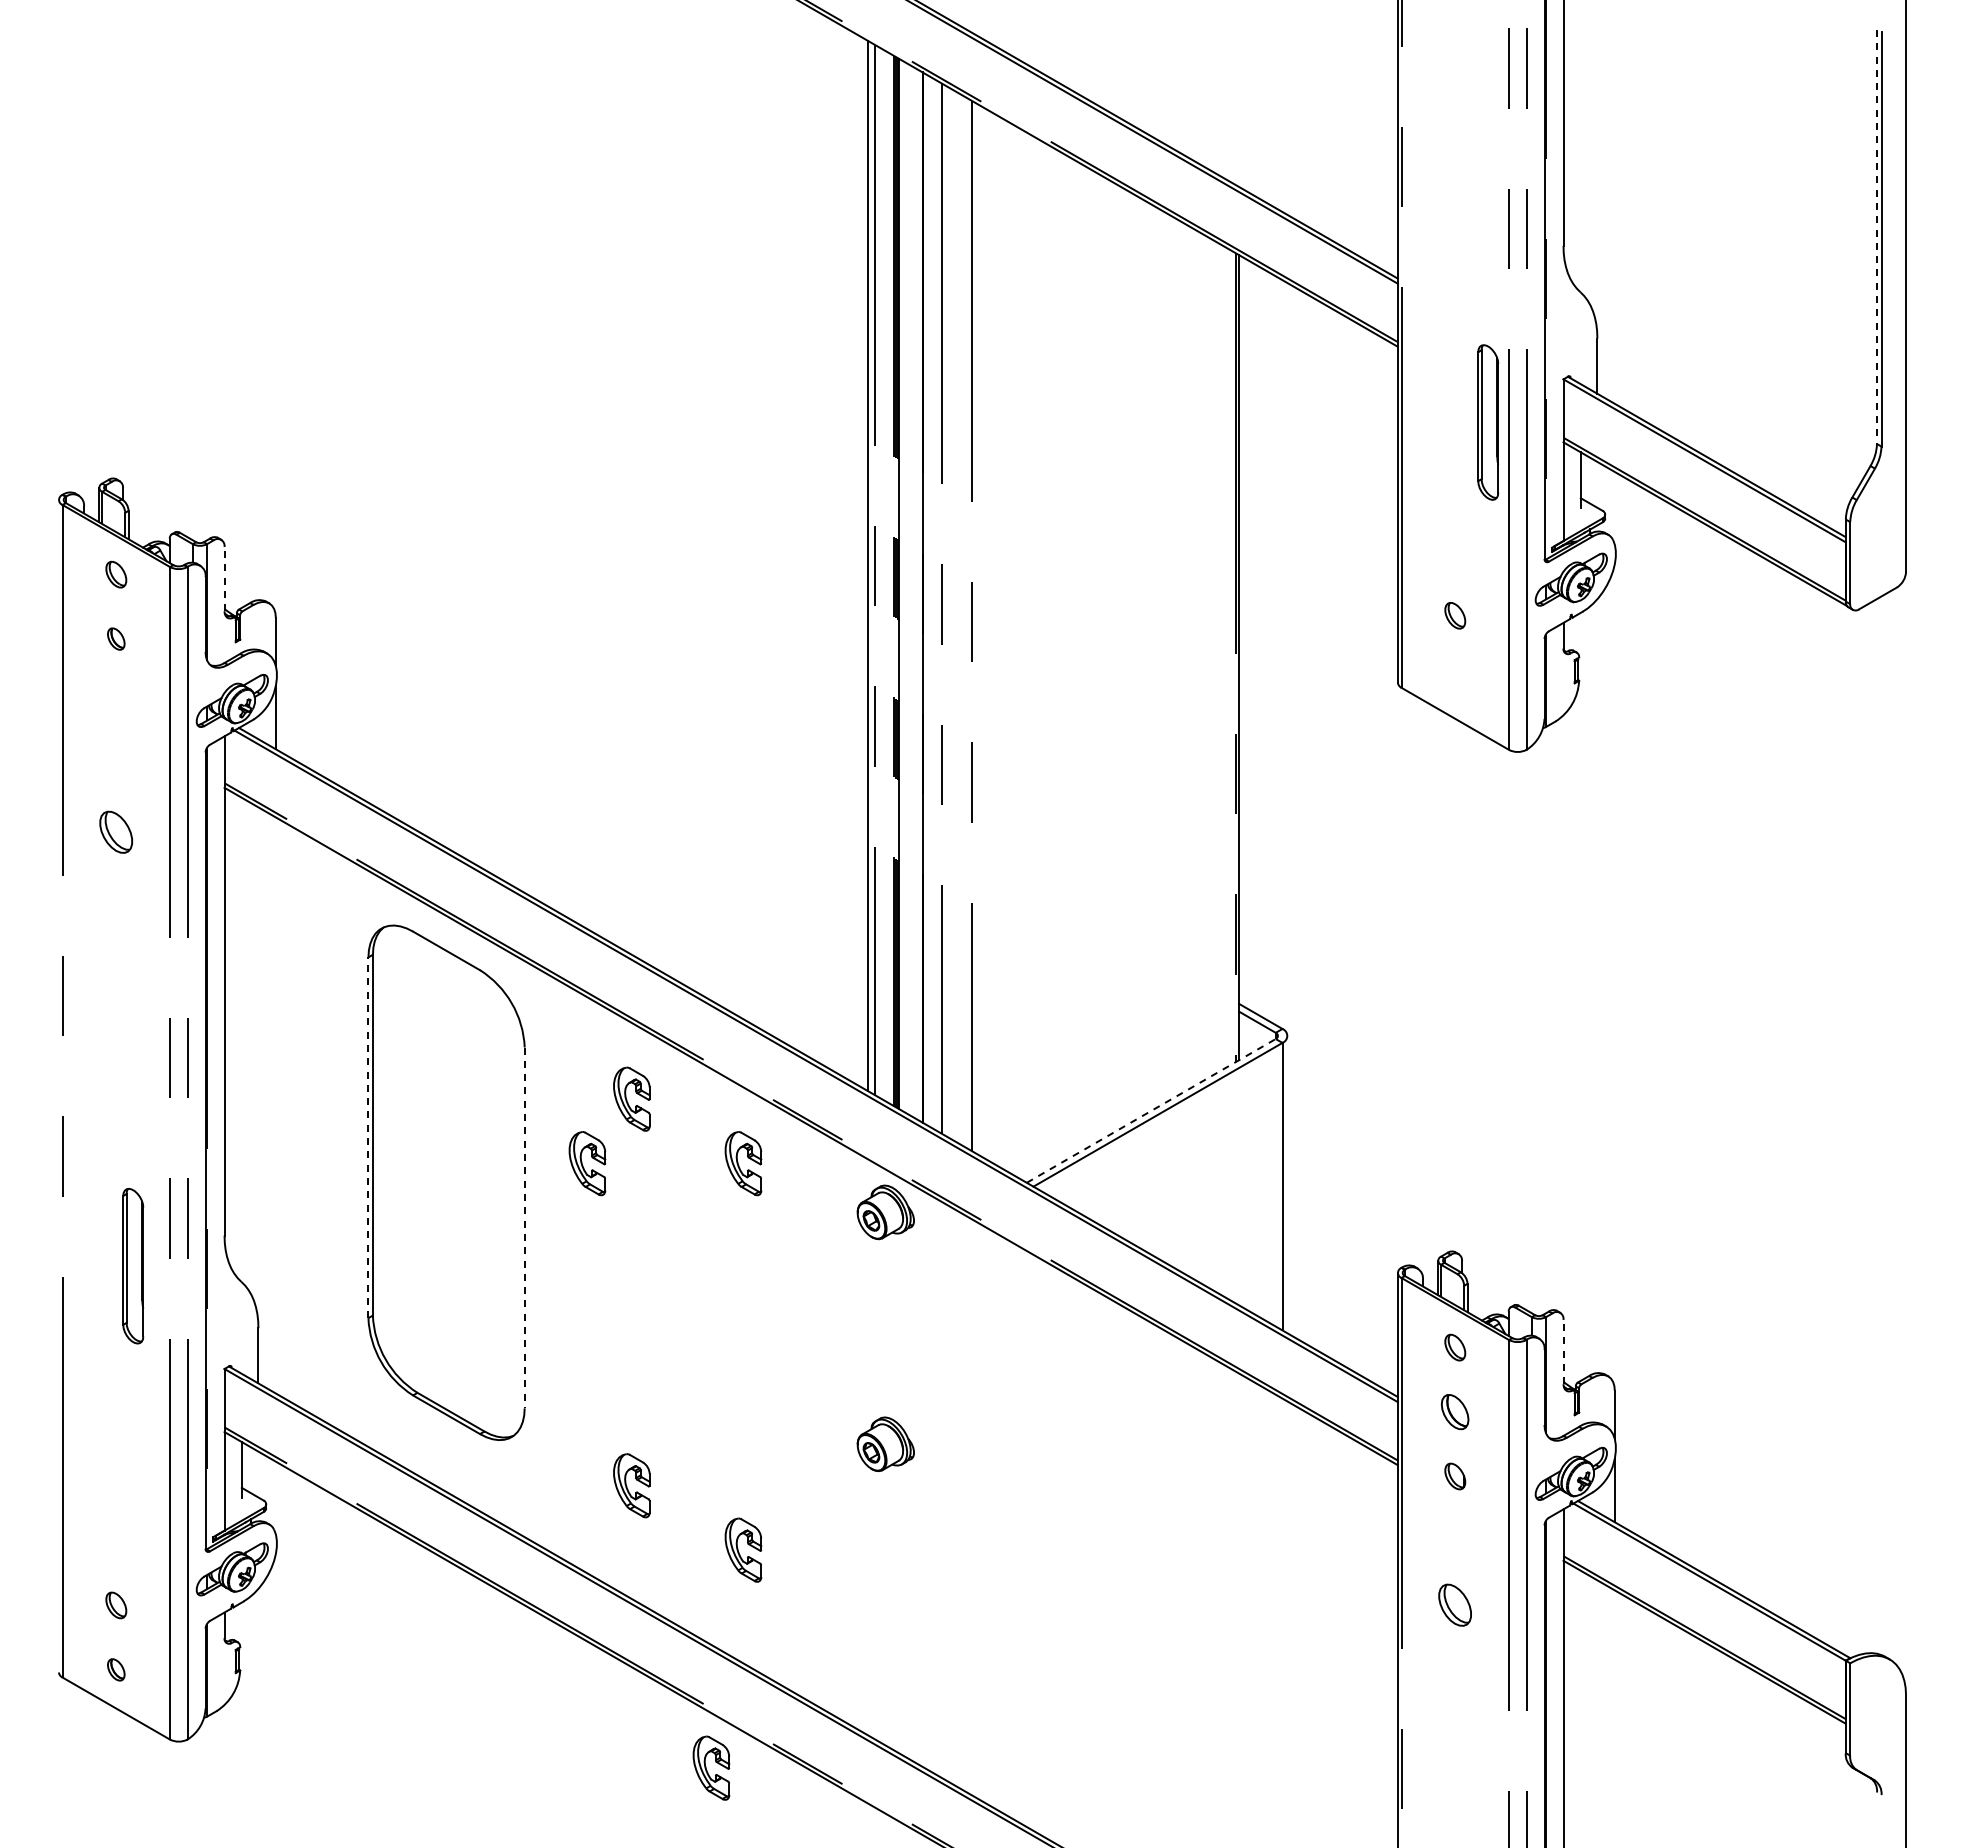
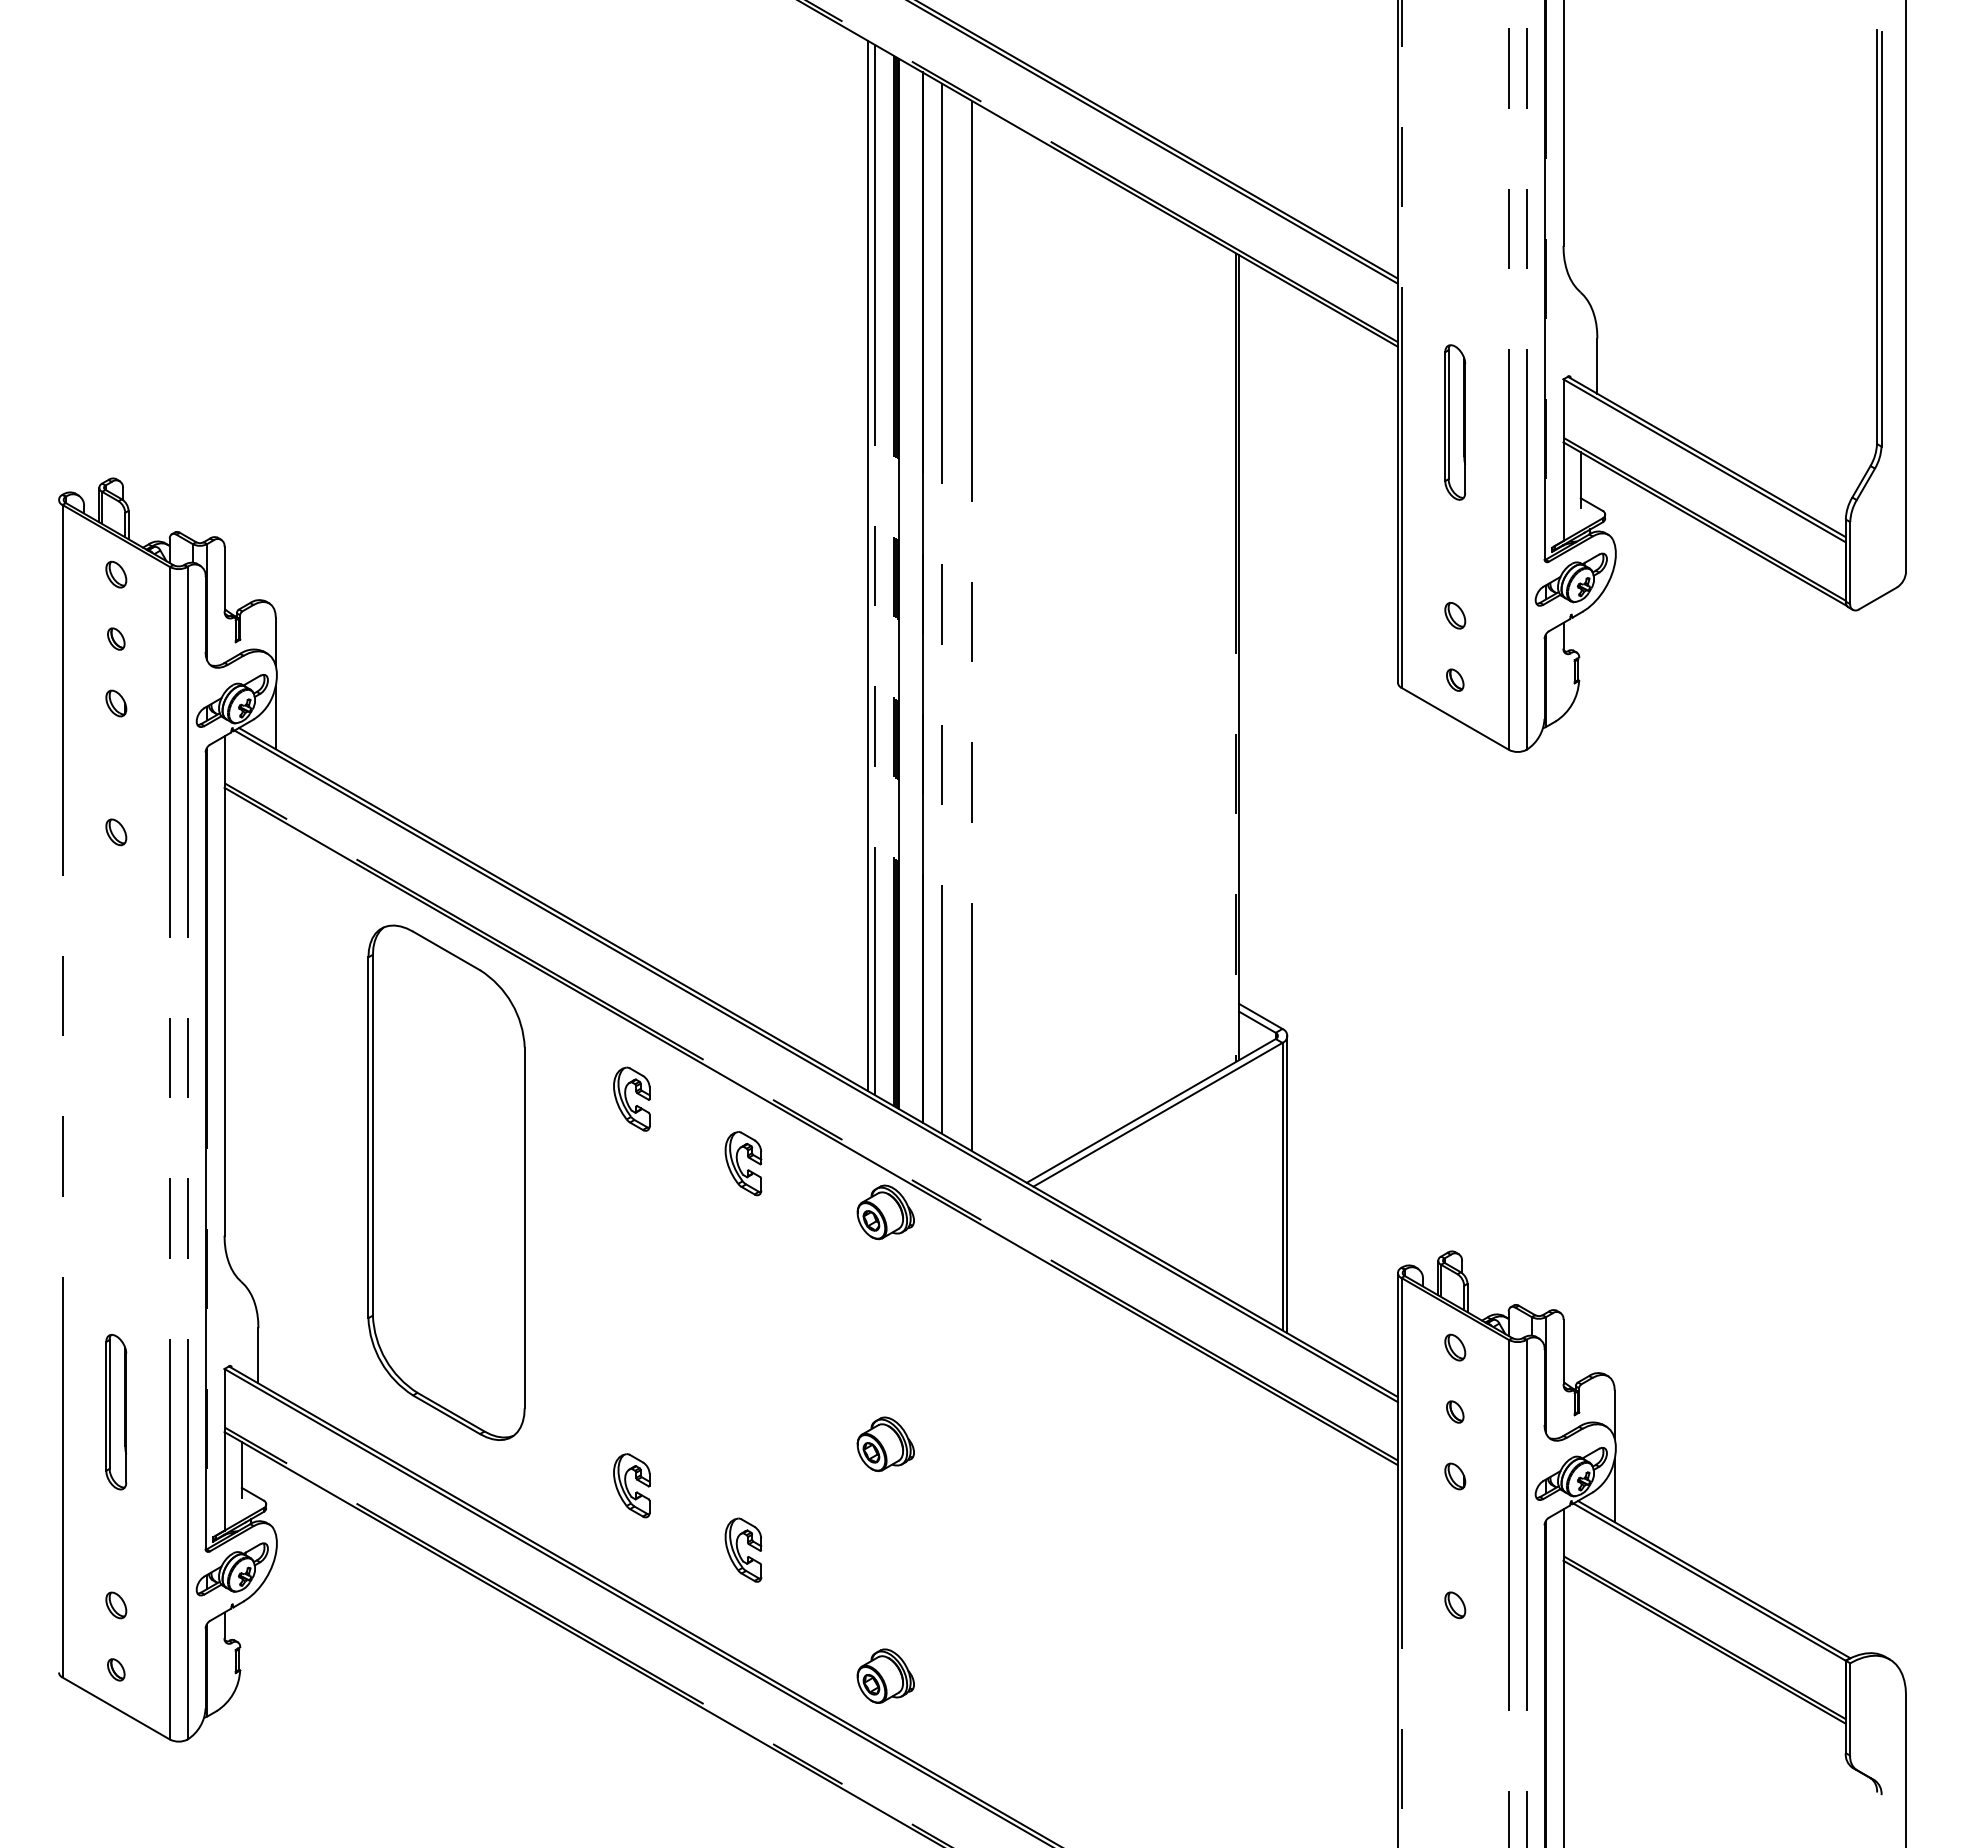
line at (1877, 237): dashed -> solid
part at (1488, 422) position: (1488, 422) -> (1455, 422)
line at (224, 578): dashed -> solid
part at (1455, 679): none -> present
part at (116, 703): none -> present
part at (115, 831) size: 34x44 px -> 23x29 px
line at (1151, 1110): dashed -> solid
line at (368, 1137): dashed -> solid
part at (587, 1163): present -> none
line at (1287, 1184): none -> present
line at (524, 1228): dashed -> solid
part at (133, 1266) position: (133, 1266) -> (116, 1412)
line at (1563, 1351): dashed -> solid
part at (1454, 1412) size: 30x37 px -> 19x24 px
part at (1454, 1604) size: 34x44 px -> 23x29 px
part at (885, 1675): none -> present
part at (711, 1767): present -> none
